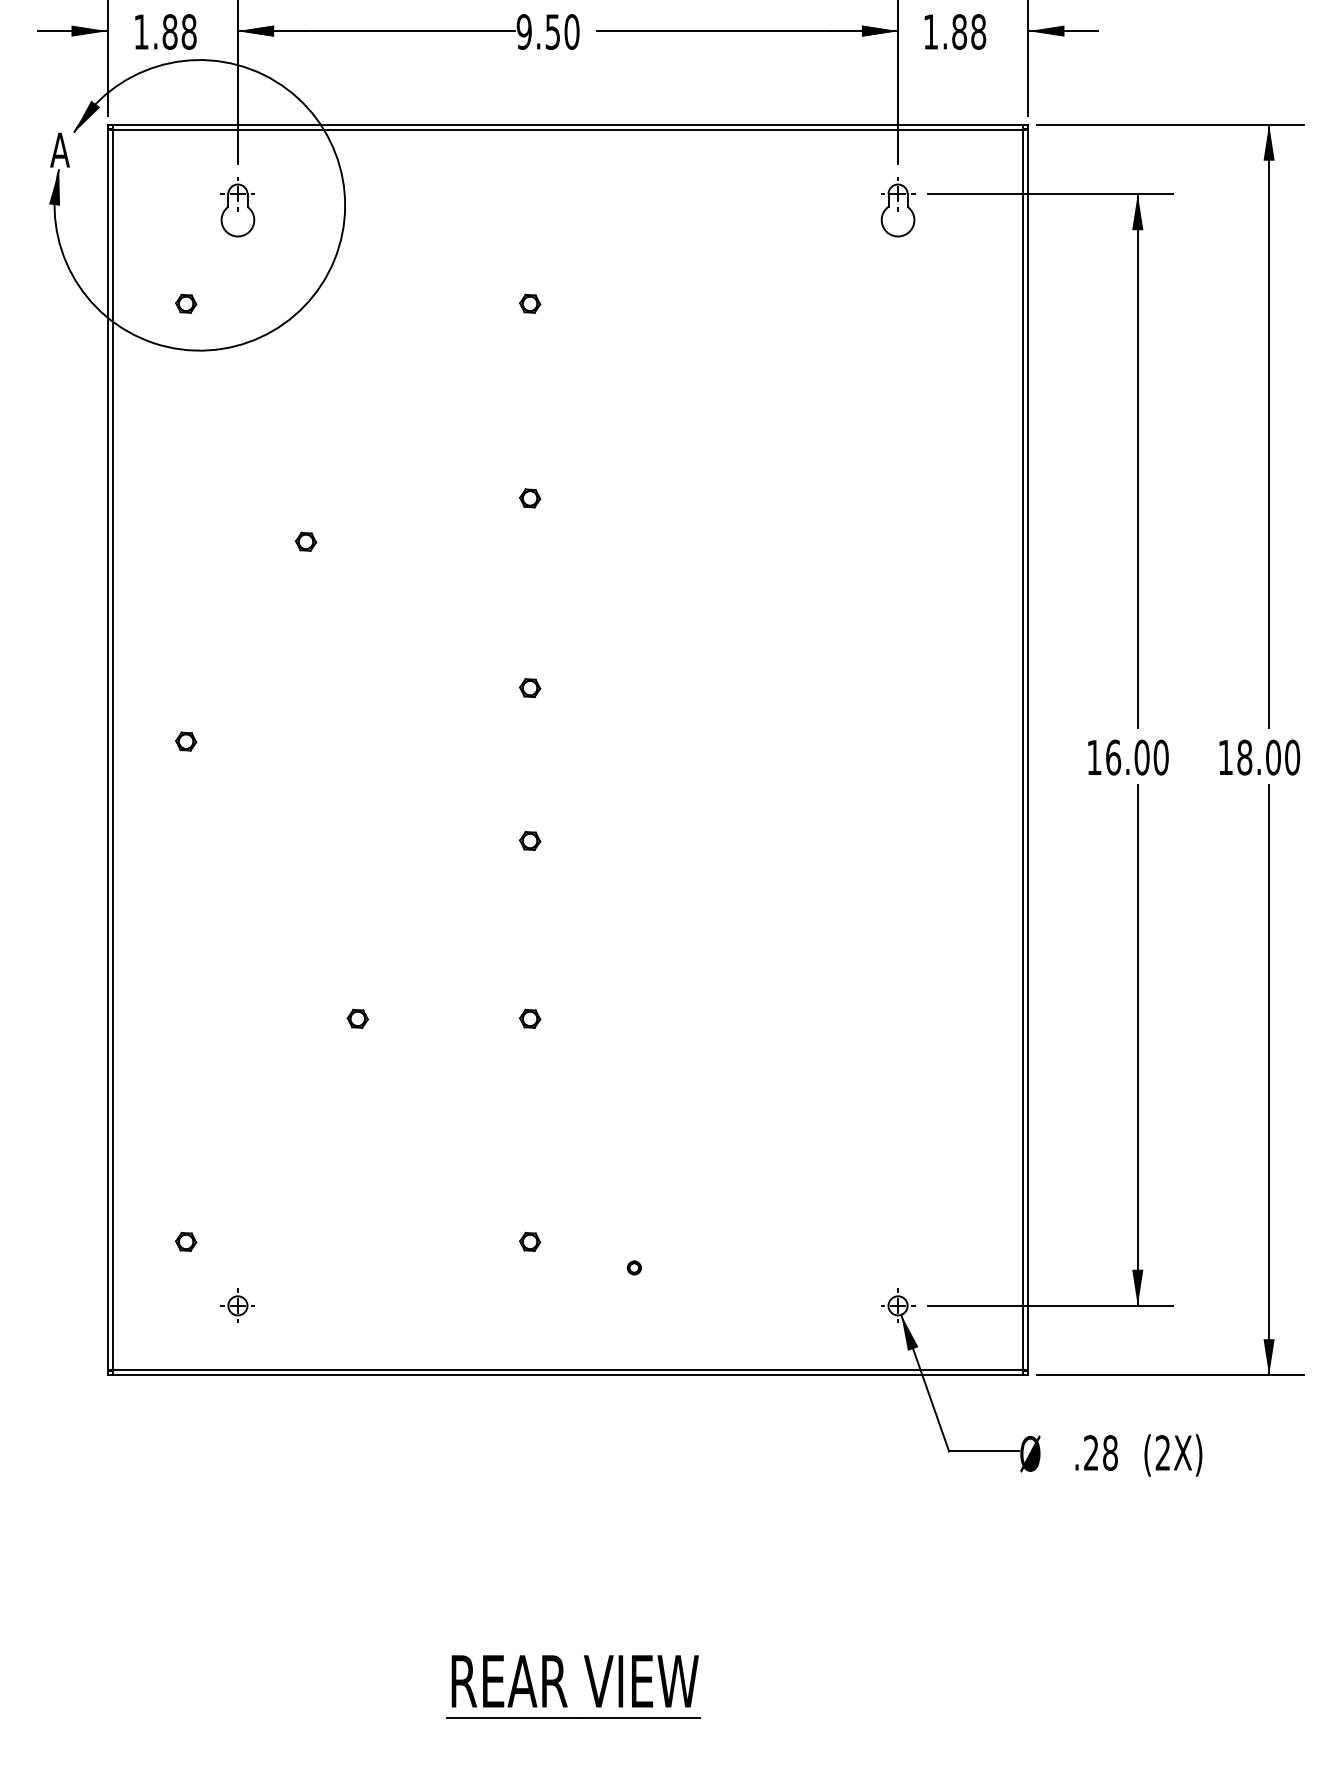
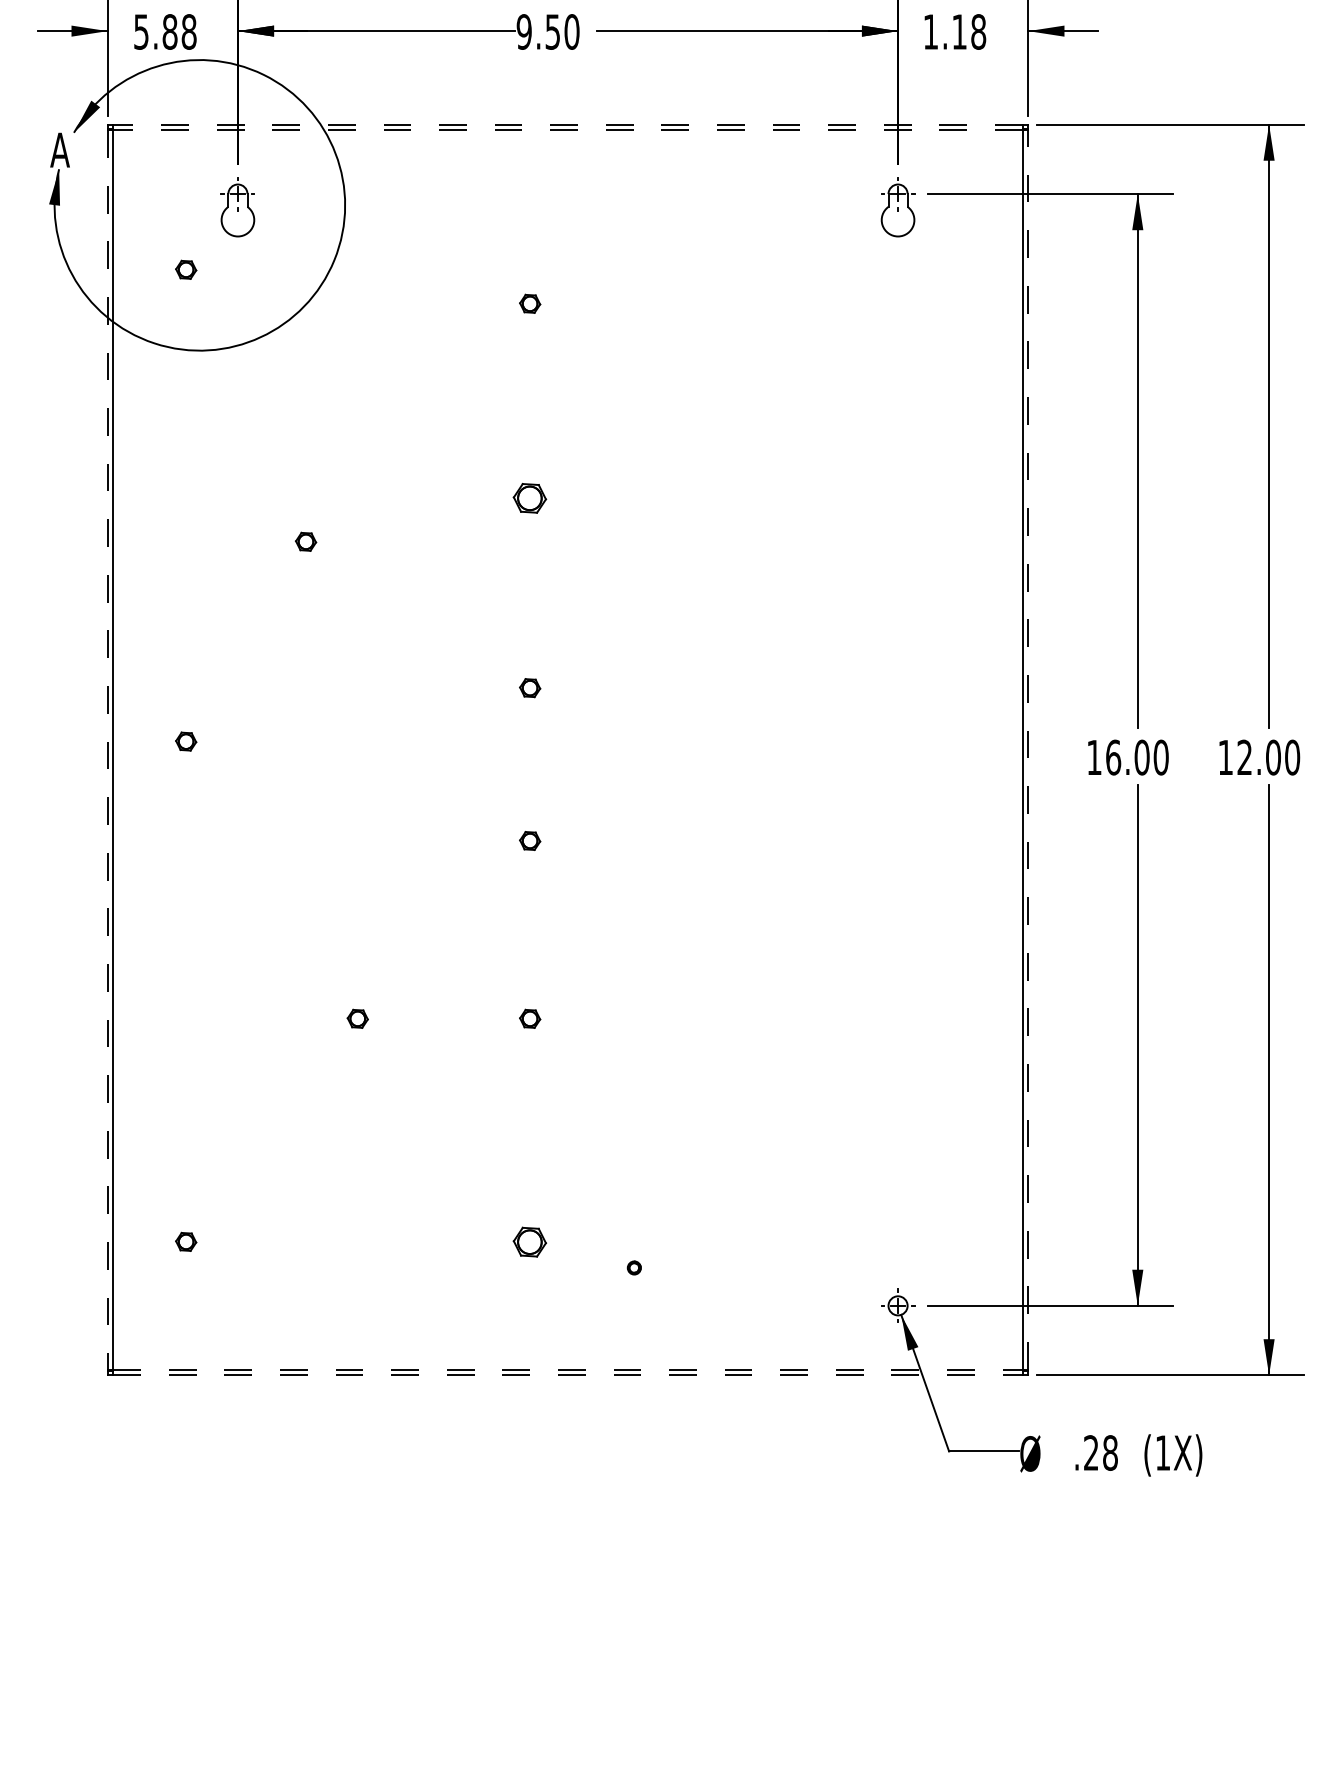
text at (141, 31): 1.88 -> 5.88
text at (959, 31): 1.88 -> 1.18
line at (567, 124): solid -> dashed
line at (567, 130): solid -> dashed
part at (186, 303) position: (186, 303) -> (186, 269)
part at (530, 498) size: 23x21 px -> 36x31 px
line at (107, 749): solid -> dashed
line at (1028, 749): solid -> dashed
text at (1244, 757): 18.00 -> 12.00
part at (530, 1241) size: 23x21 px -> 36x32 px
part at (237, 1305): present -> none
line at (567, 1369): solid -> dashed
line at (567, 1375): solid -> dashed
text at (1162, 1452): (2X) -> (1X)
part at (563, 1692): present -> none
